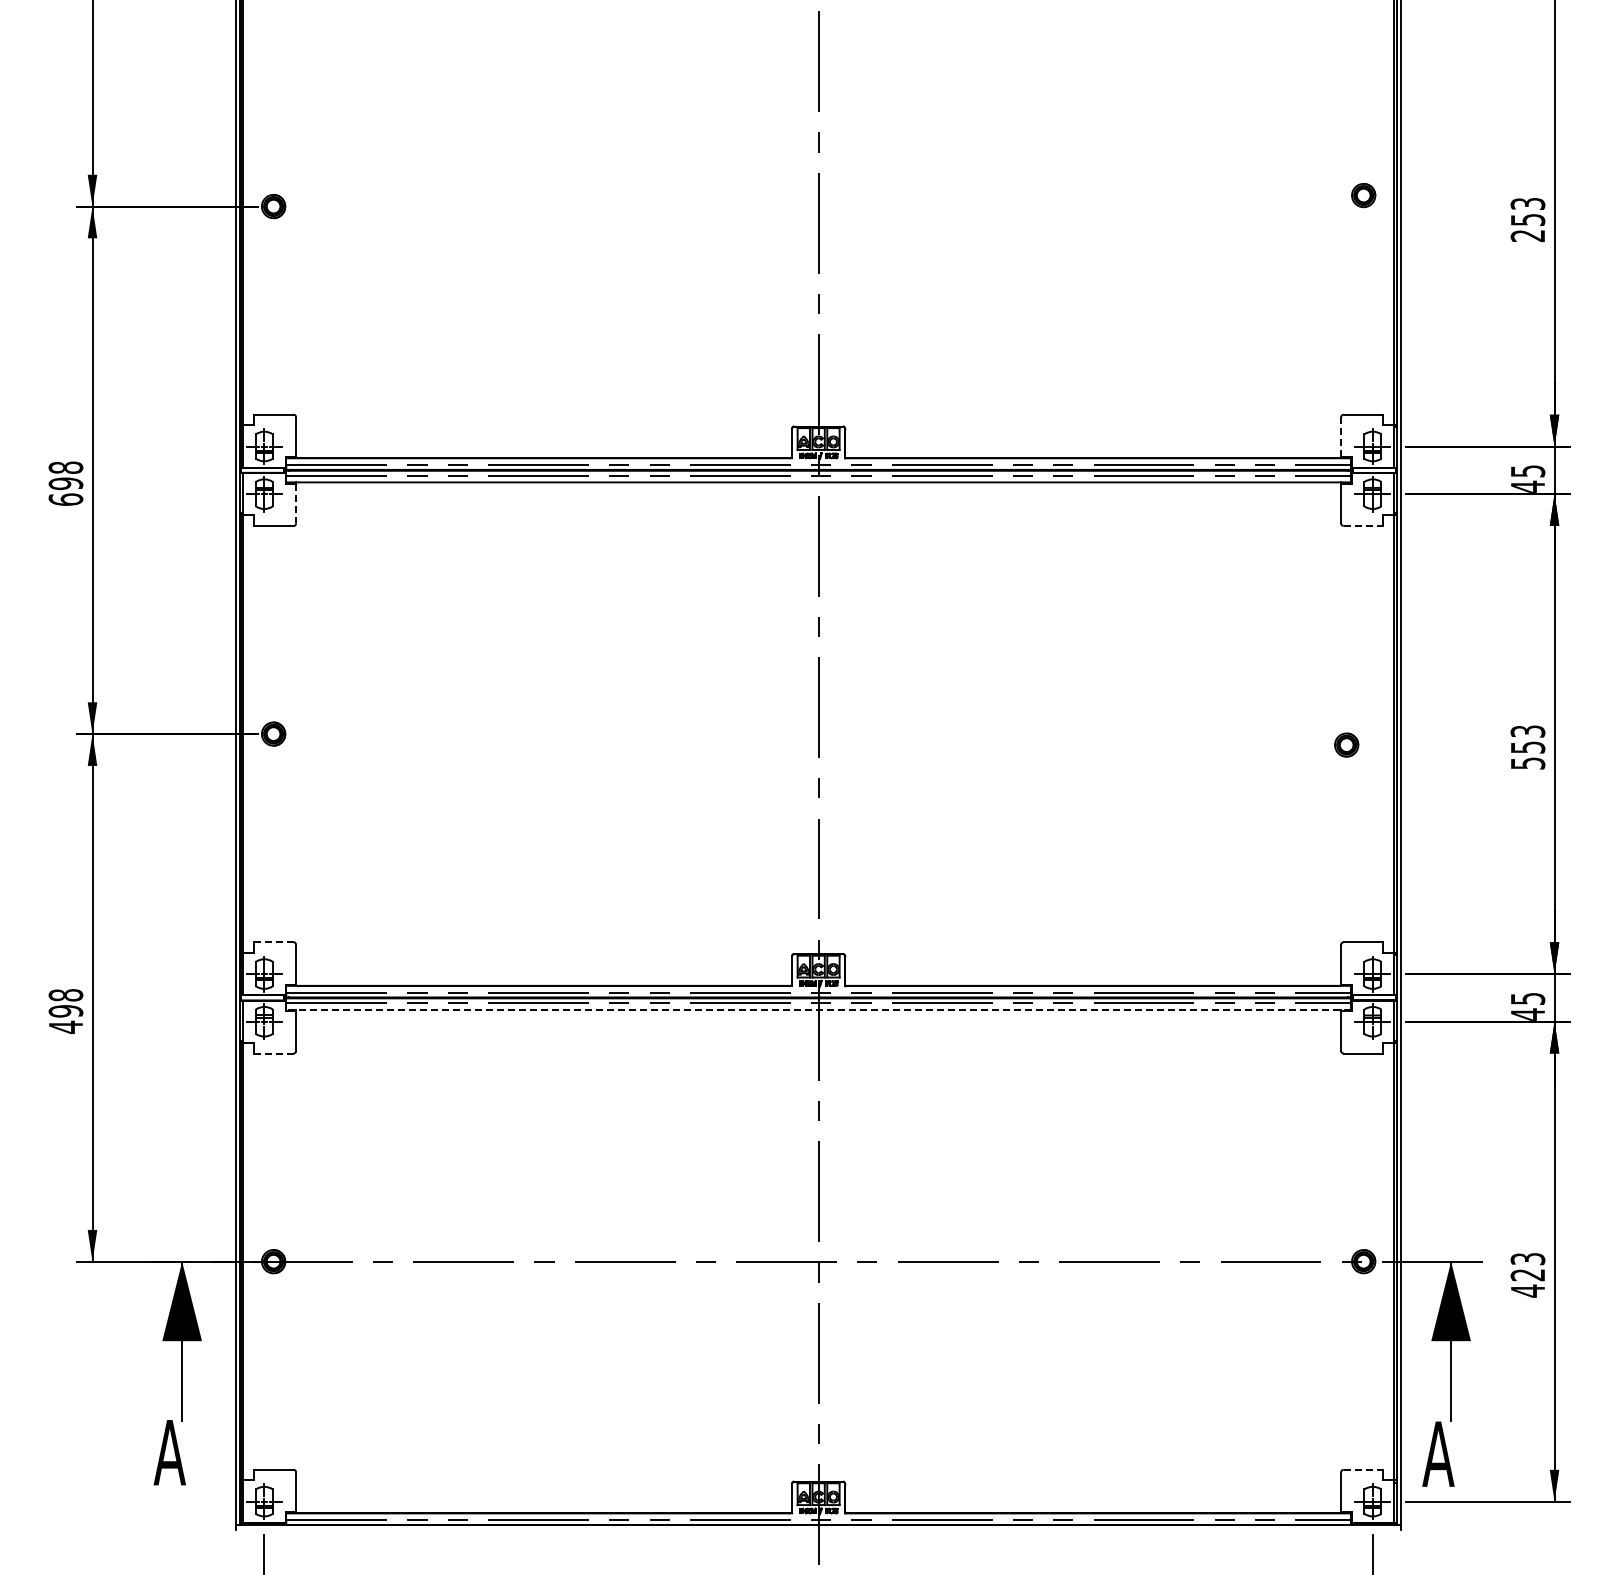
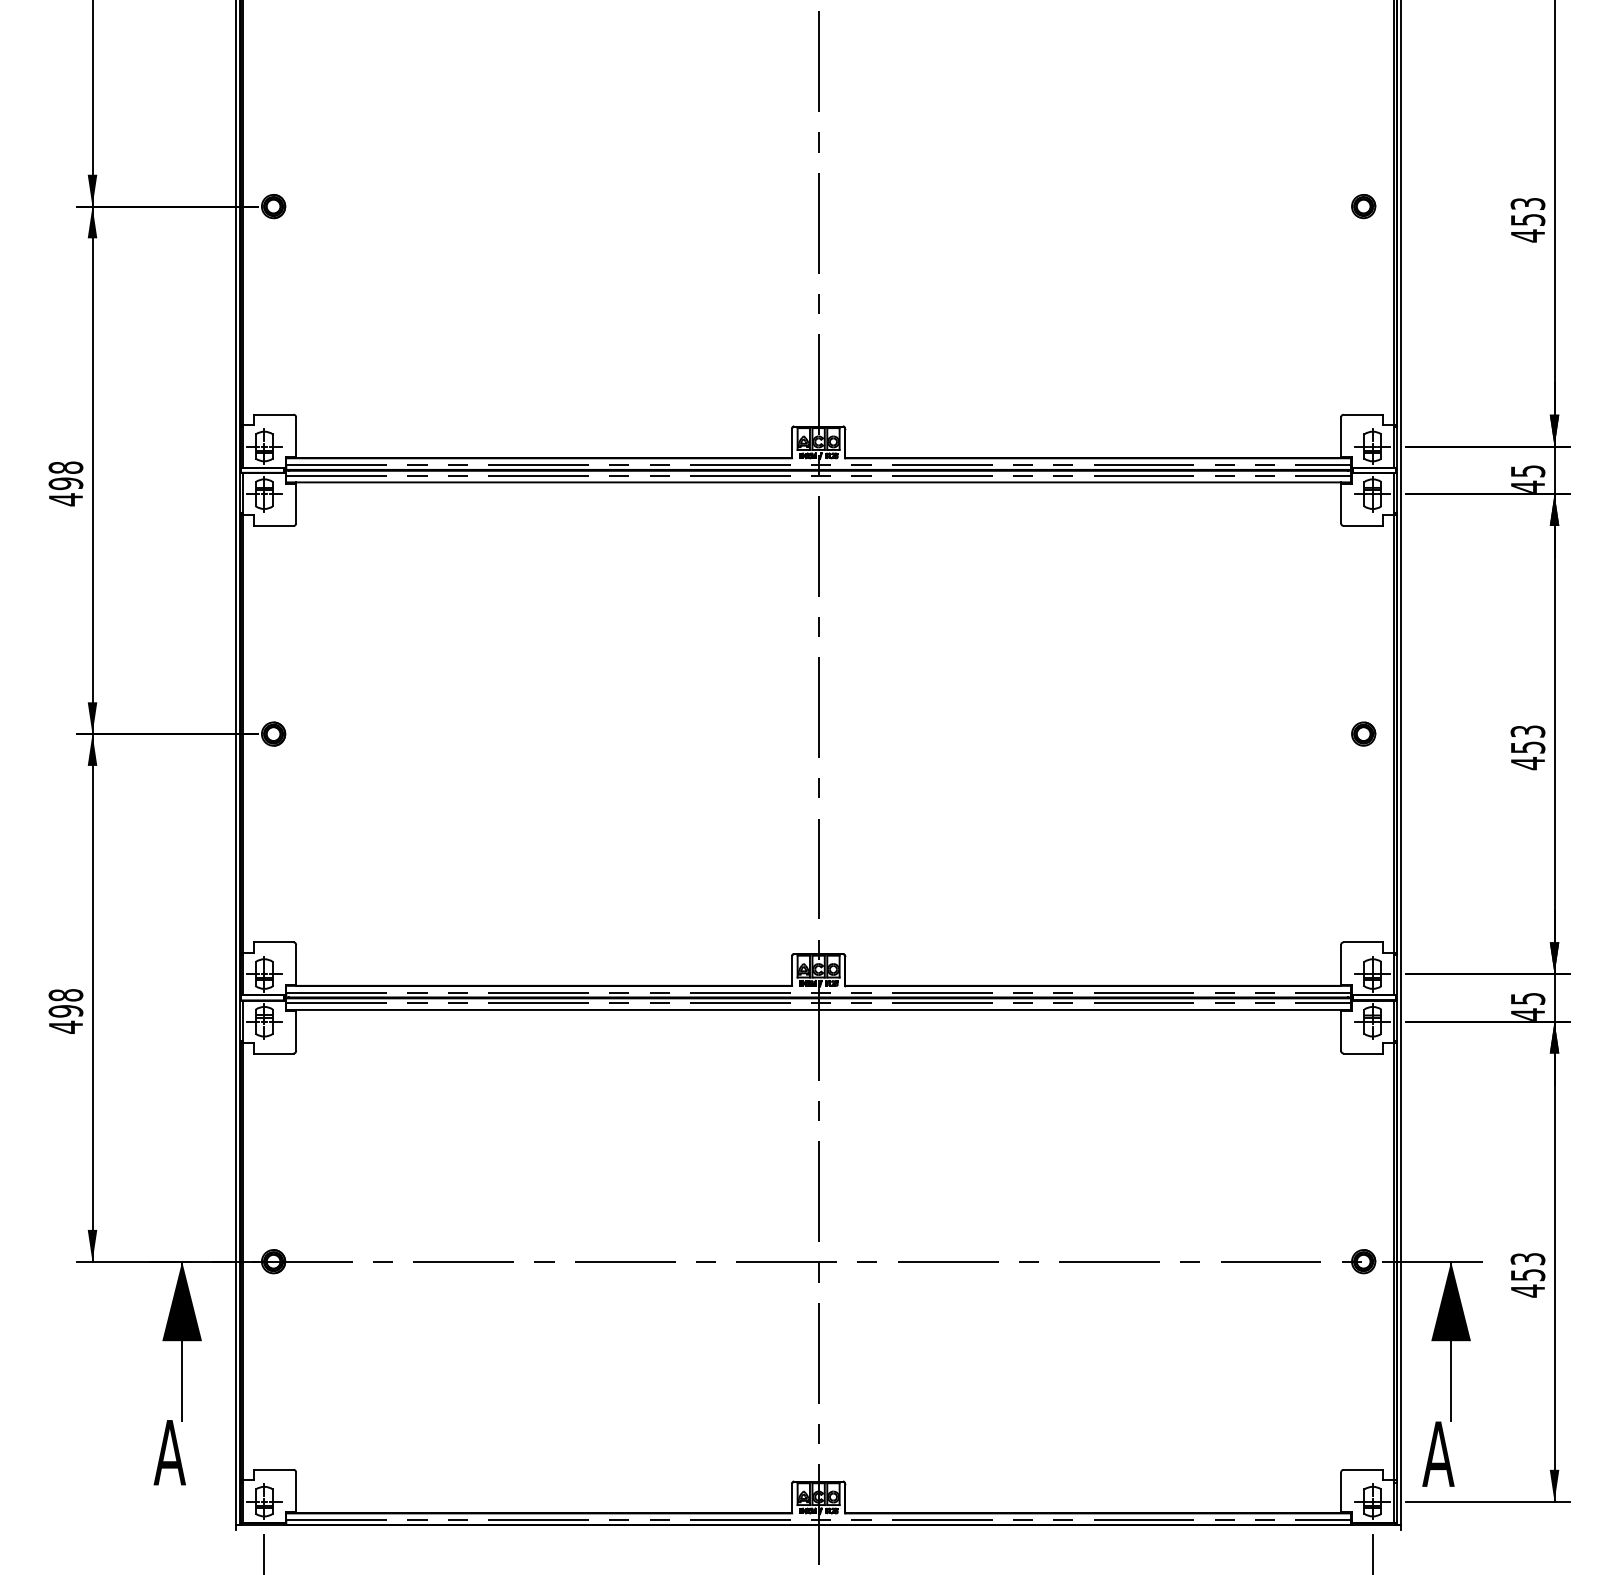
part at (1363, 195) position: (1363, 195) -> (1363, 206)
text at (1527, 235): 253 -> 453
line at (1341, 437): dashed -> solid
text at (65, 499): 698 -> 498
line at (296, 503): dashed -> solid
line at (1363, 525): dashed -> solid
part at (1346, 744) position: (1346, 744) -> (1363, 733)
text at (1528, 763): 553 -> 453
line at (273, 942): dashed -> solid
line at (818, 1009): dashed -> solid
line at (273, 1053): dashed -> solid
text at (1527, 1275): 423 -> 453
line at (1363, 1469): dashed -> solid
